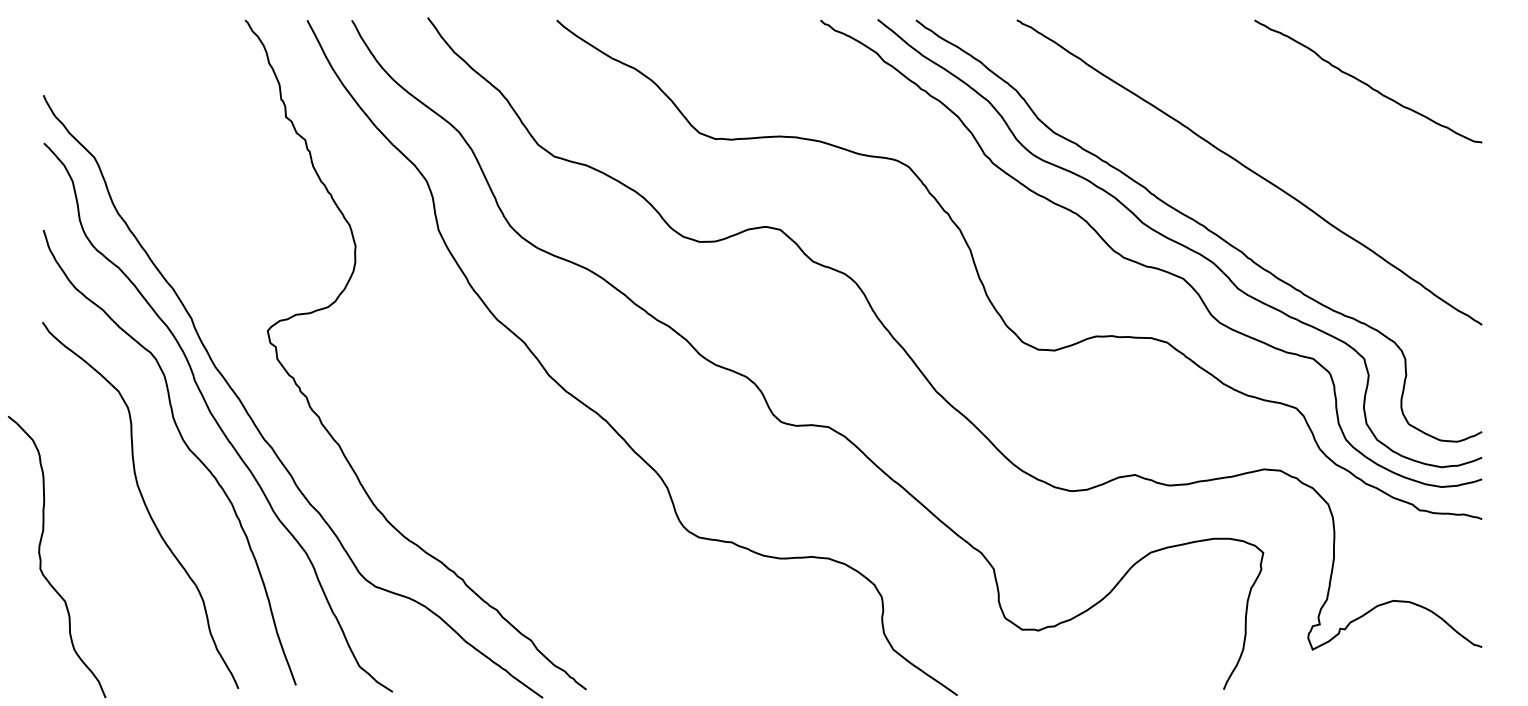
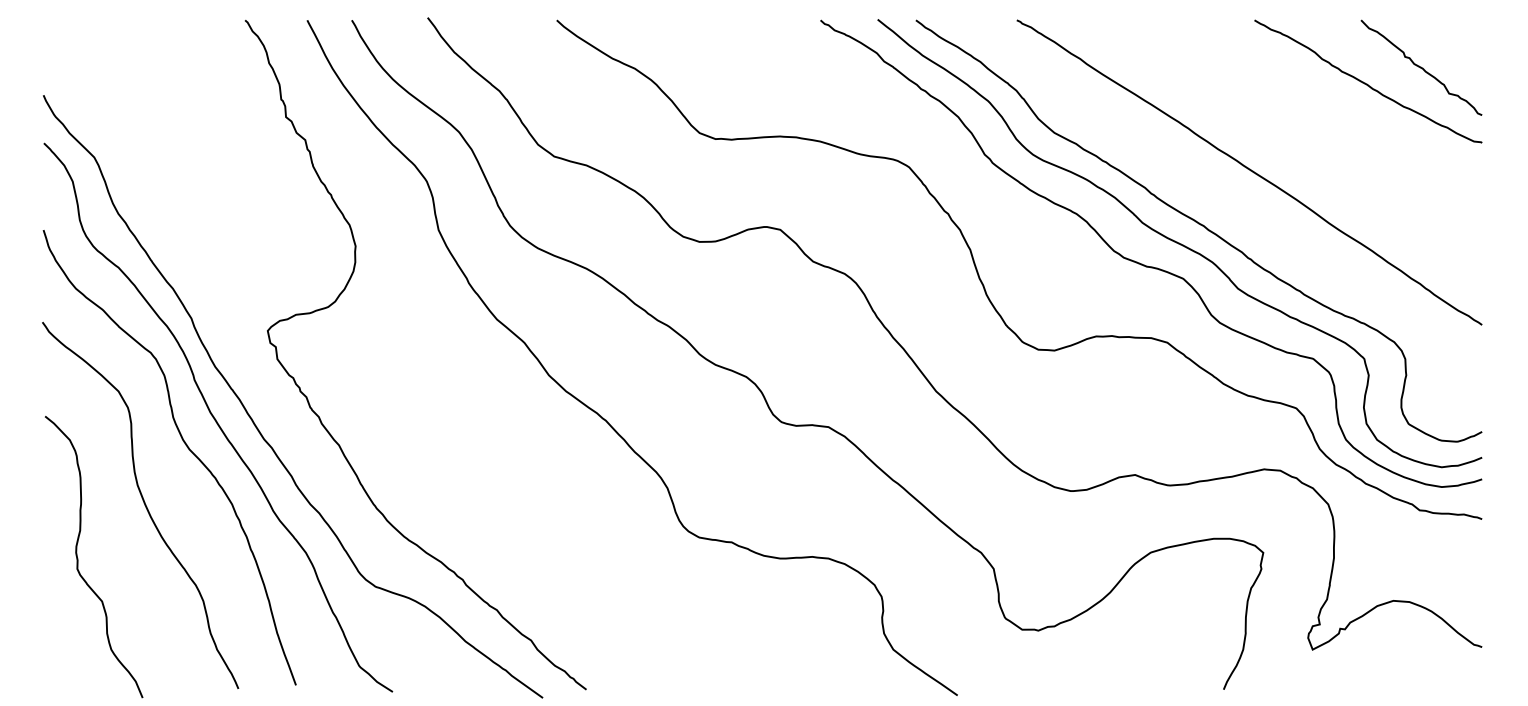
curve at (1421, 67): none -> present
curve at (41, 558) position: (41, 558) -> (78, 558)
